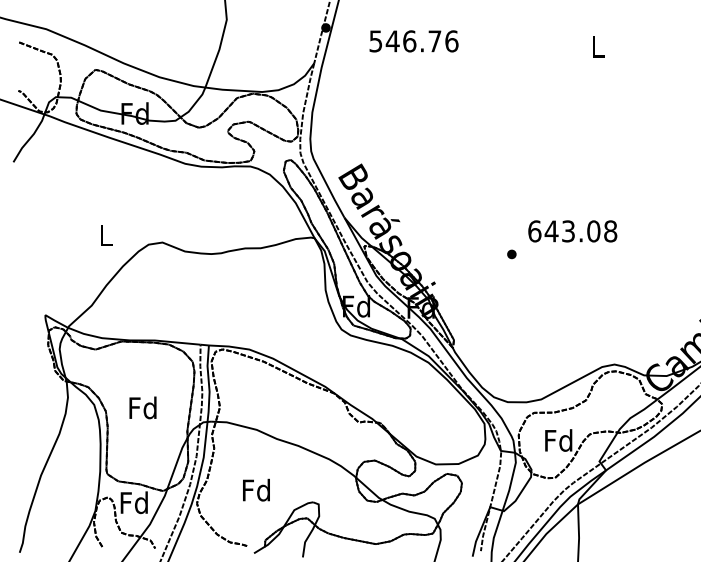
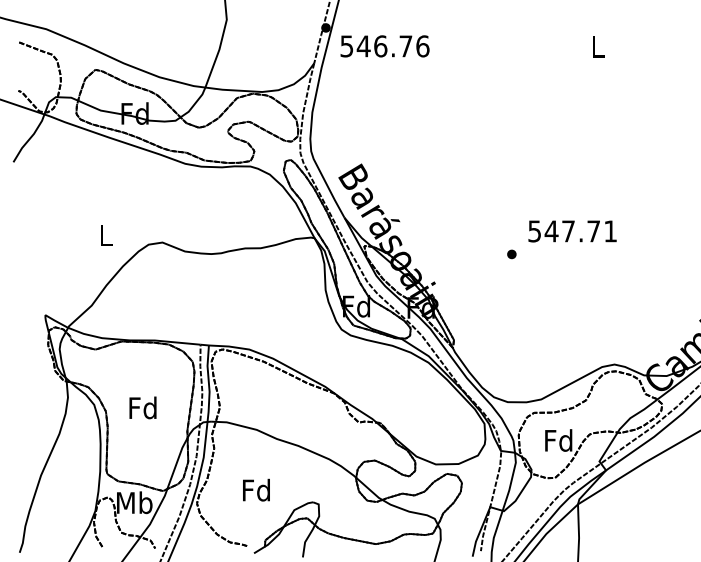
text at (413, 41) position: (413, 41) -> (384, 46)
text at (572, 231): 643.08 -> 547.71
text at (134, 502): Fd -> Mb
